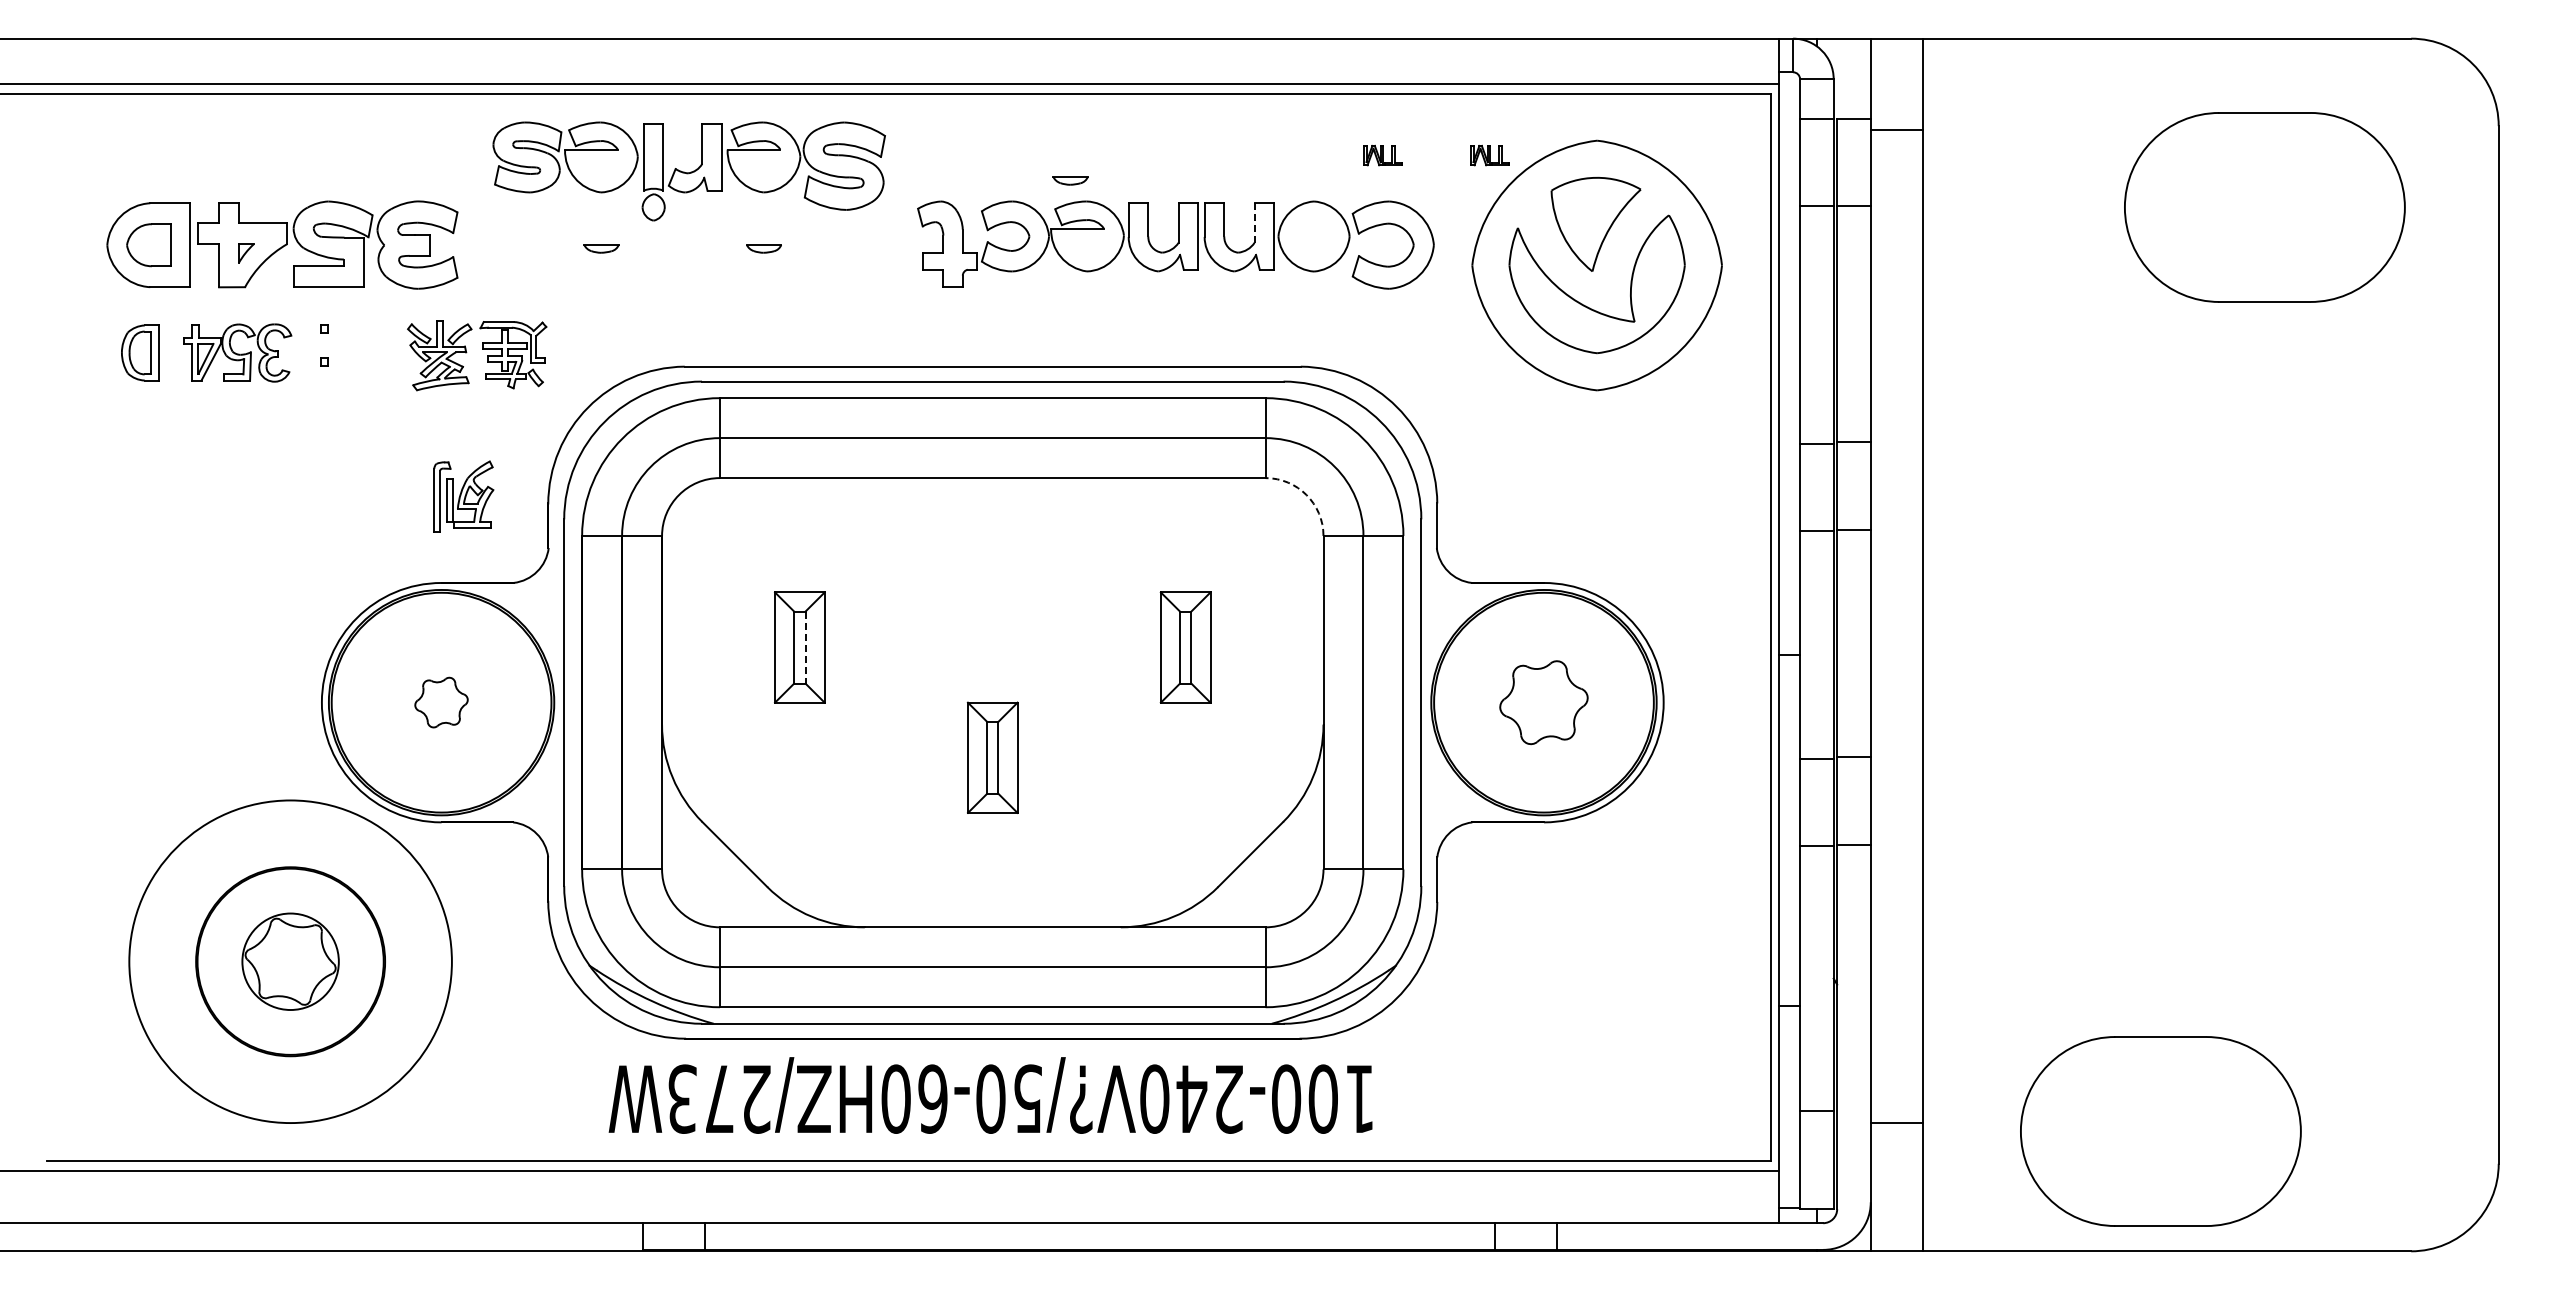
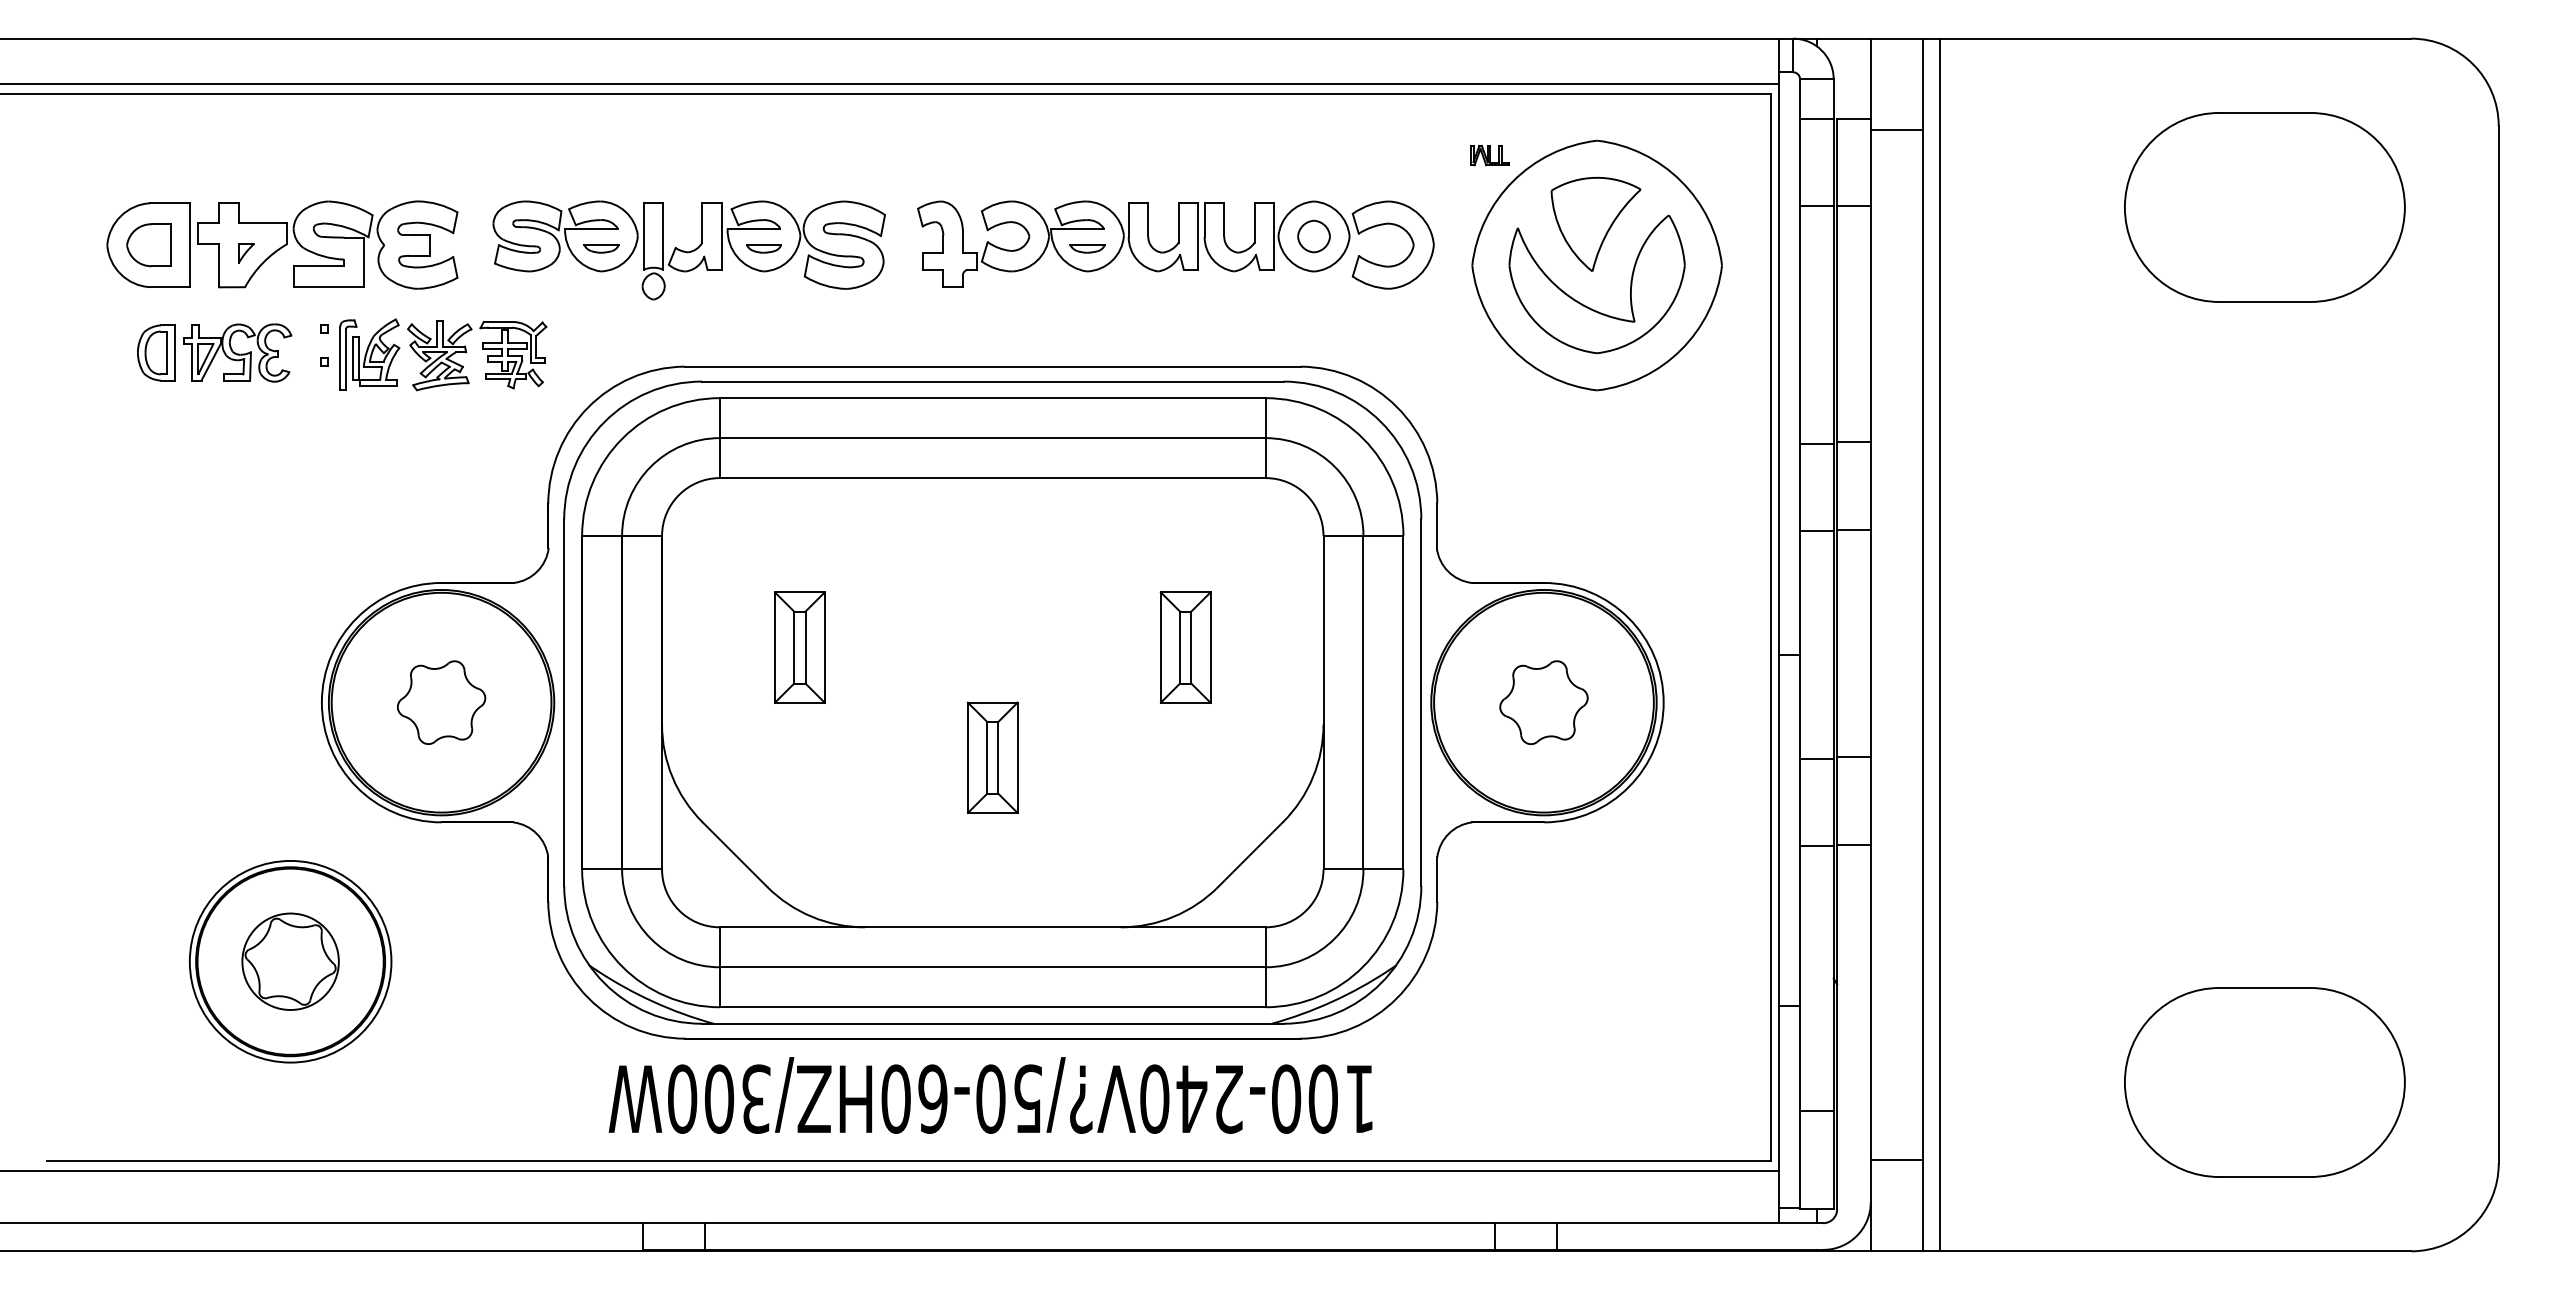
part at (1382, 155): present -> none
part at (688, 171) position: (688, 171) -> (688, 250)
part at (1070, 180) position: (1070, 180) -> (1087, 248)
line at (1254, 223): dashed -> solid
part at (1313, 236): none -> present
part at (140, 352) position: (140, 352) -> (156, 352)
arc at (1306, 495): dashed -> solid
part at (463, 496) position: (463, 496) -> (369, 354)
line at (1940, 644): none -> present
line at (805, 648): dashed -> solid
part at (441, 702) size: 55x53 px -> 91x85 px
circle at (290, 961) diameter: 323 px -> 202 px
text at (719, 1098): 100-240V?/50-60HZ/273W -> 100-240V?/50-60HZ/300W
line at (1896, 1122) position: (1896, 1122) -> (1896, 1159)
part at (2160, 1131) position: (2160, 1131) -> (2264, 1082)
